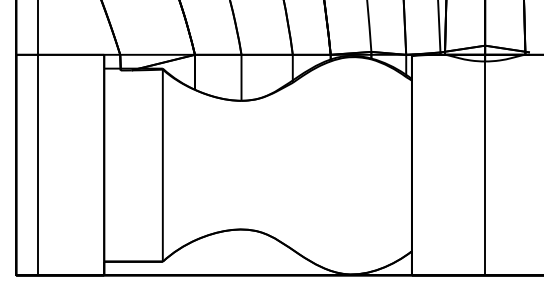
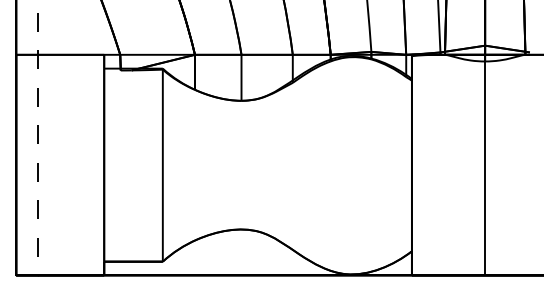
line at (38, 138): solid -> dashed
